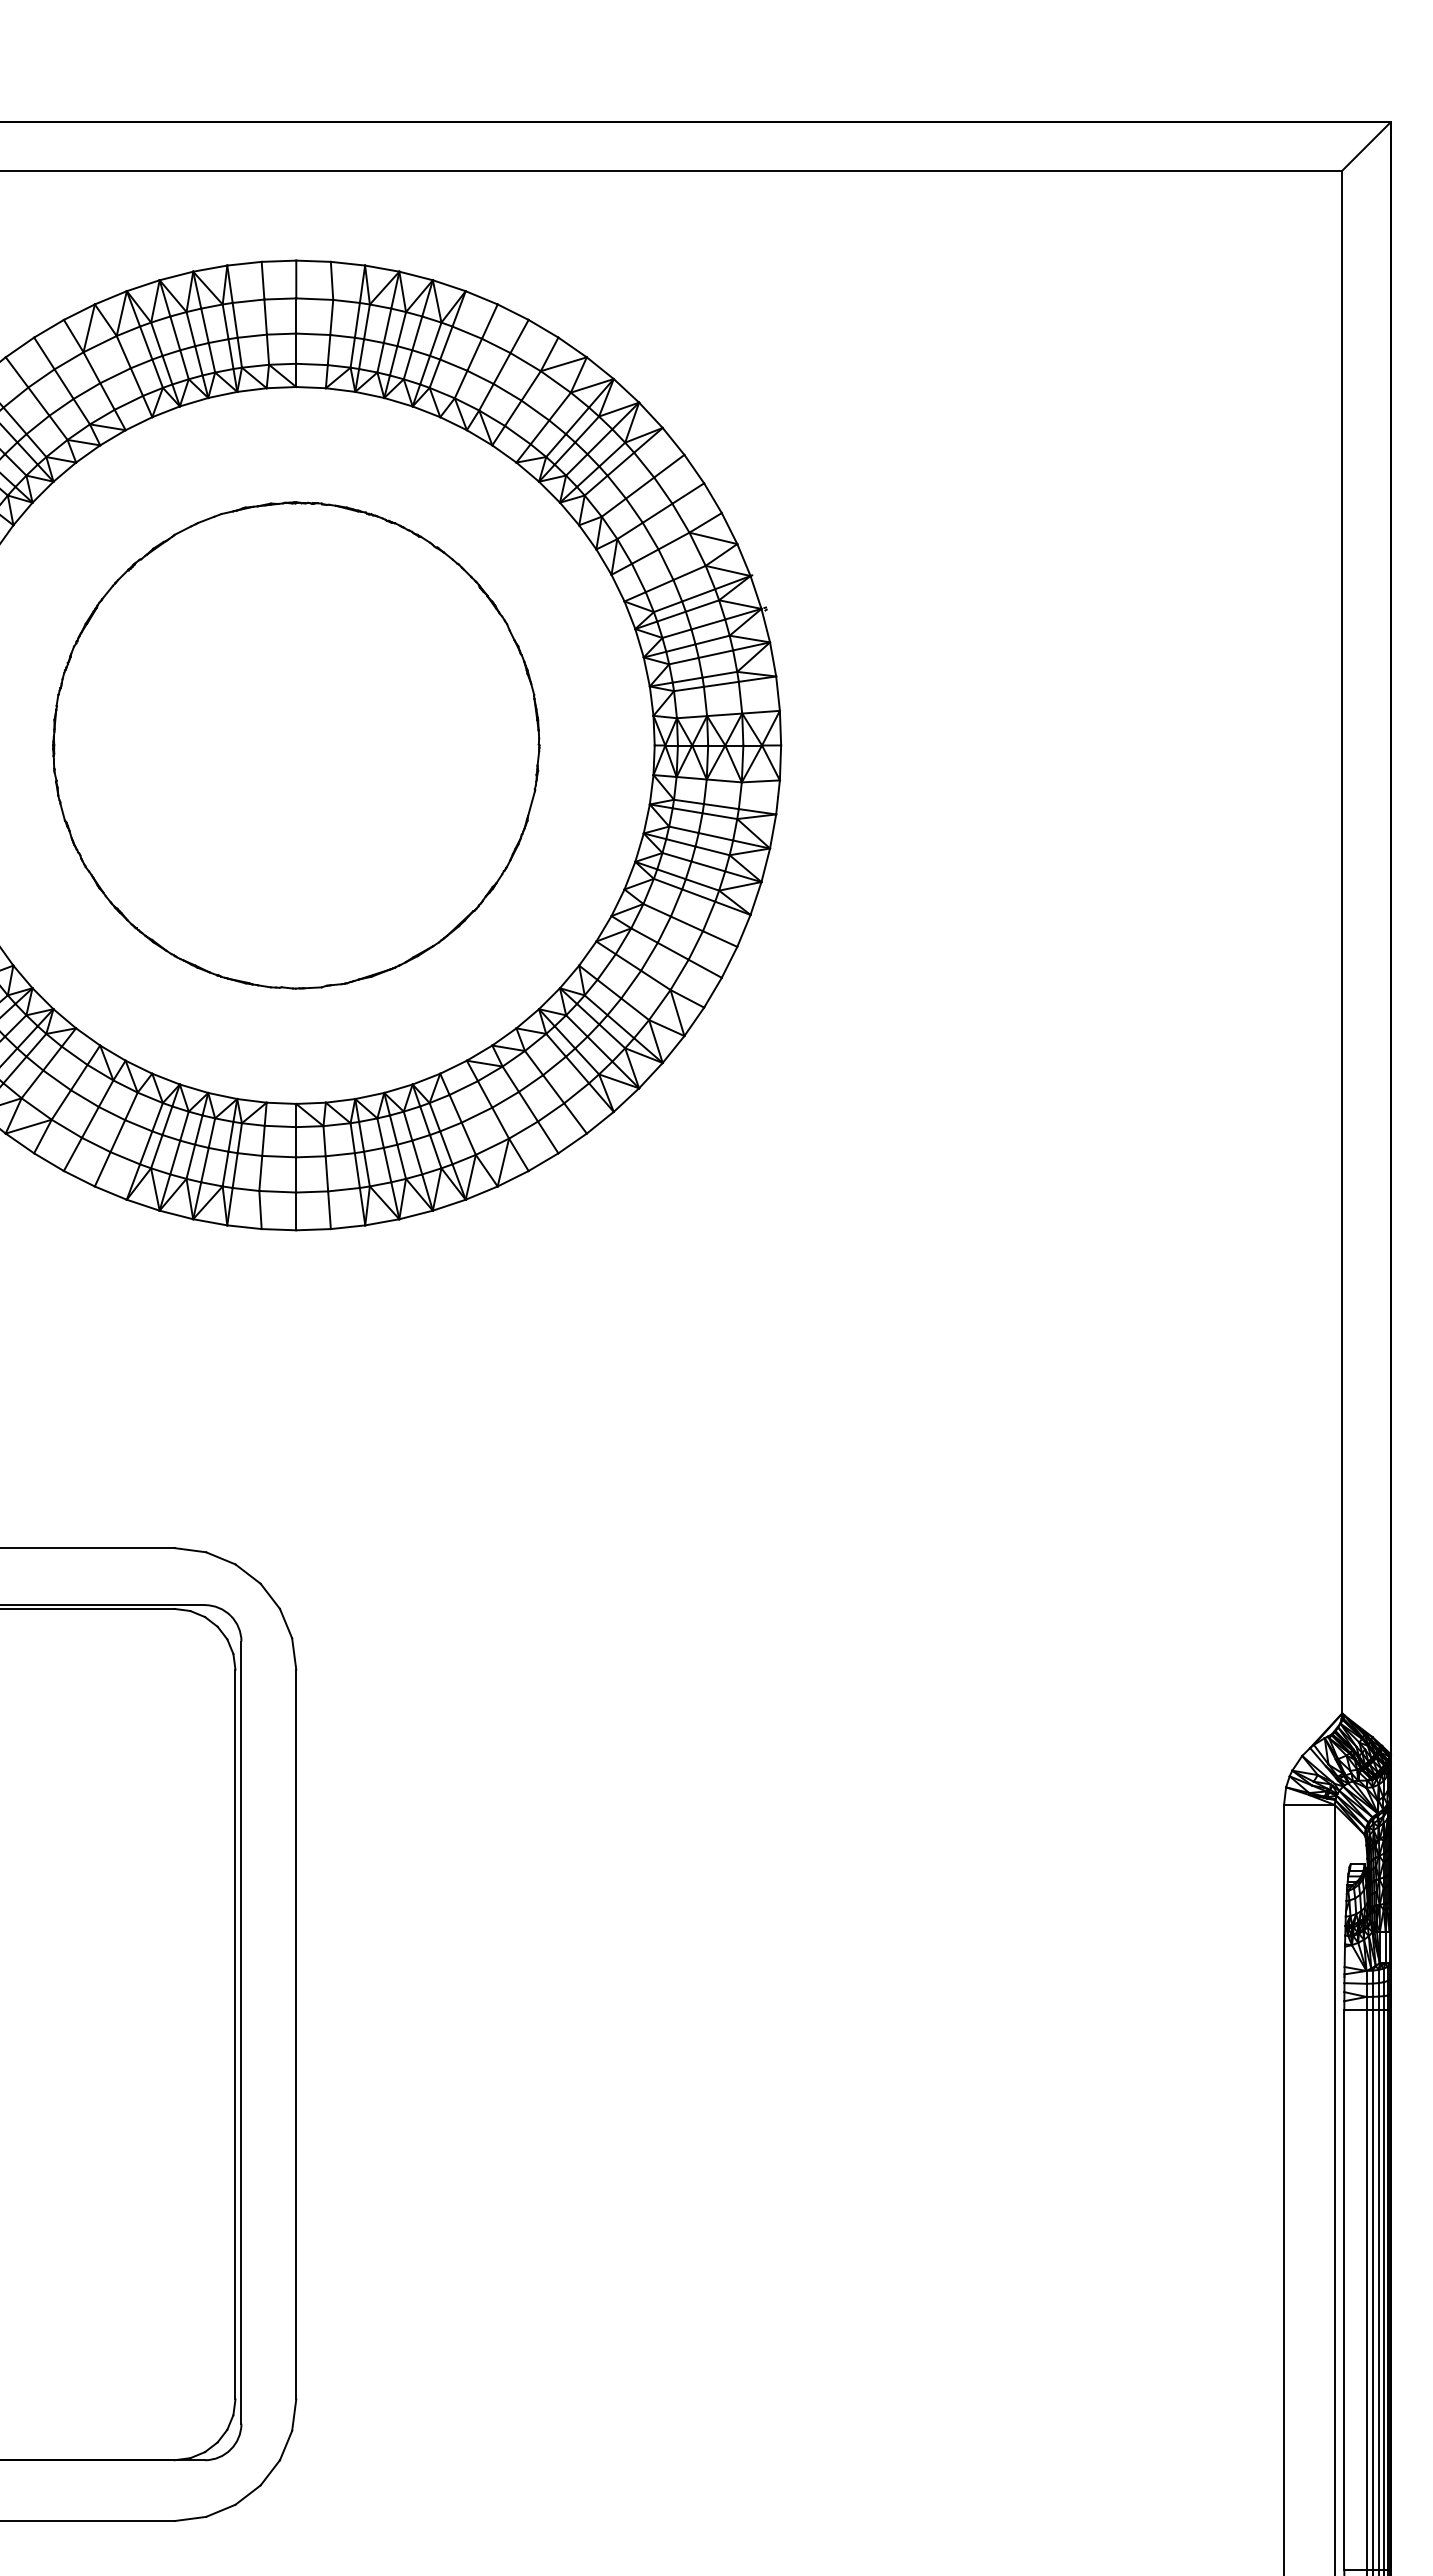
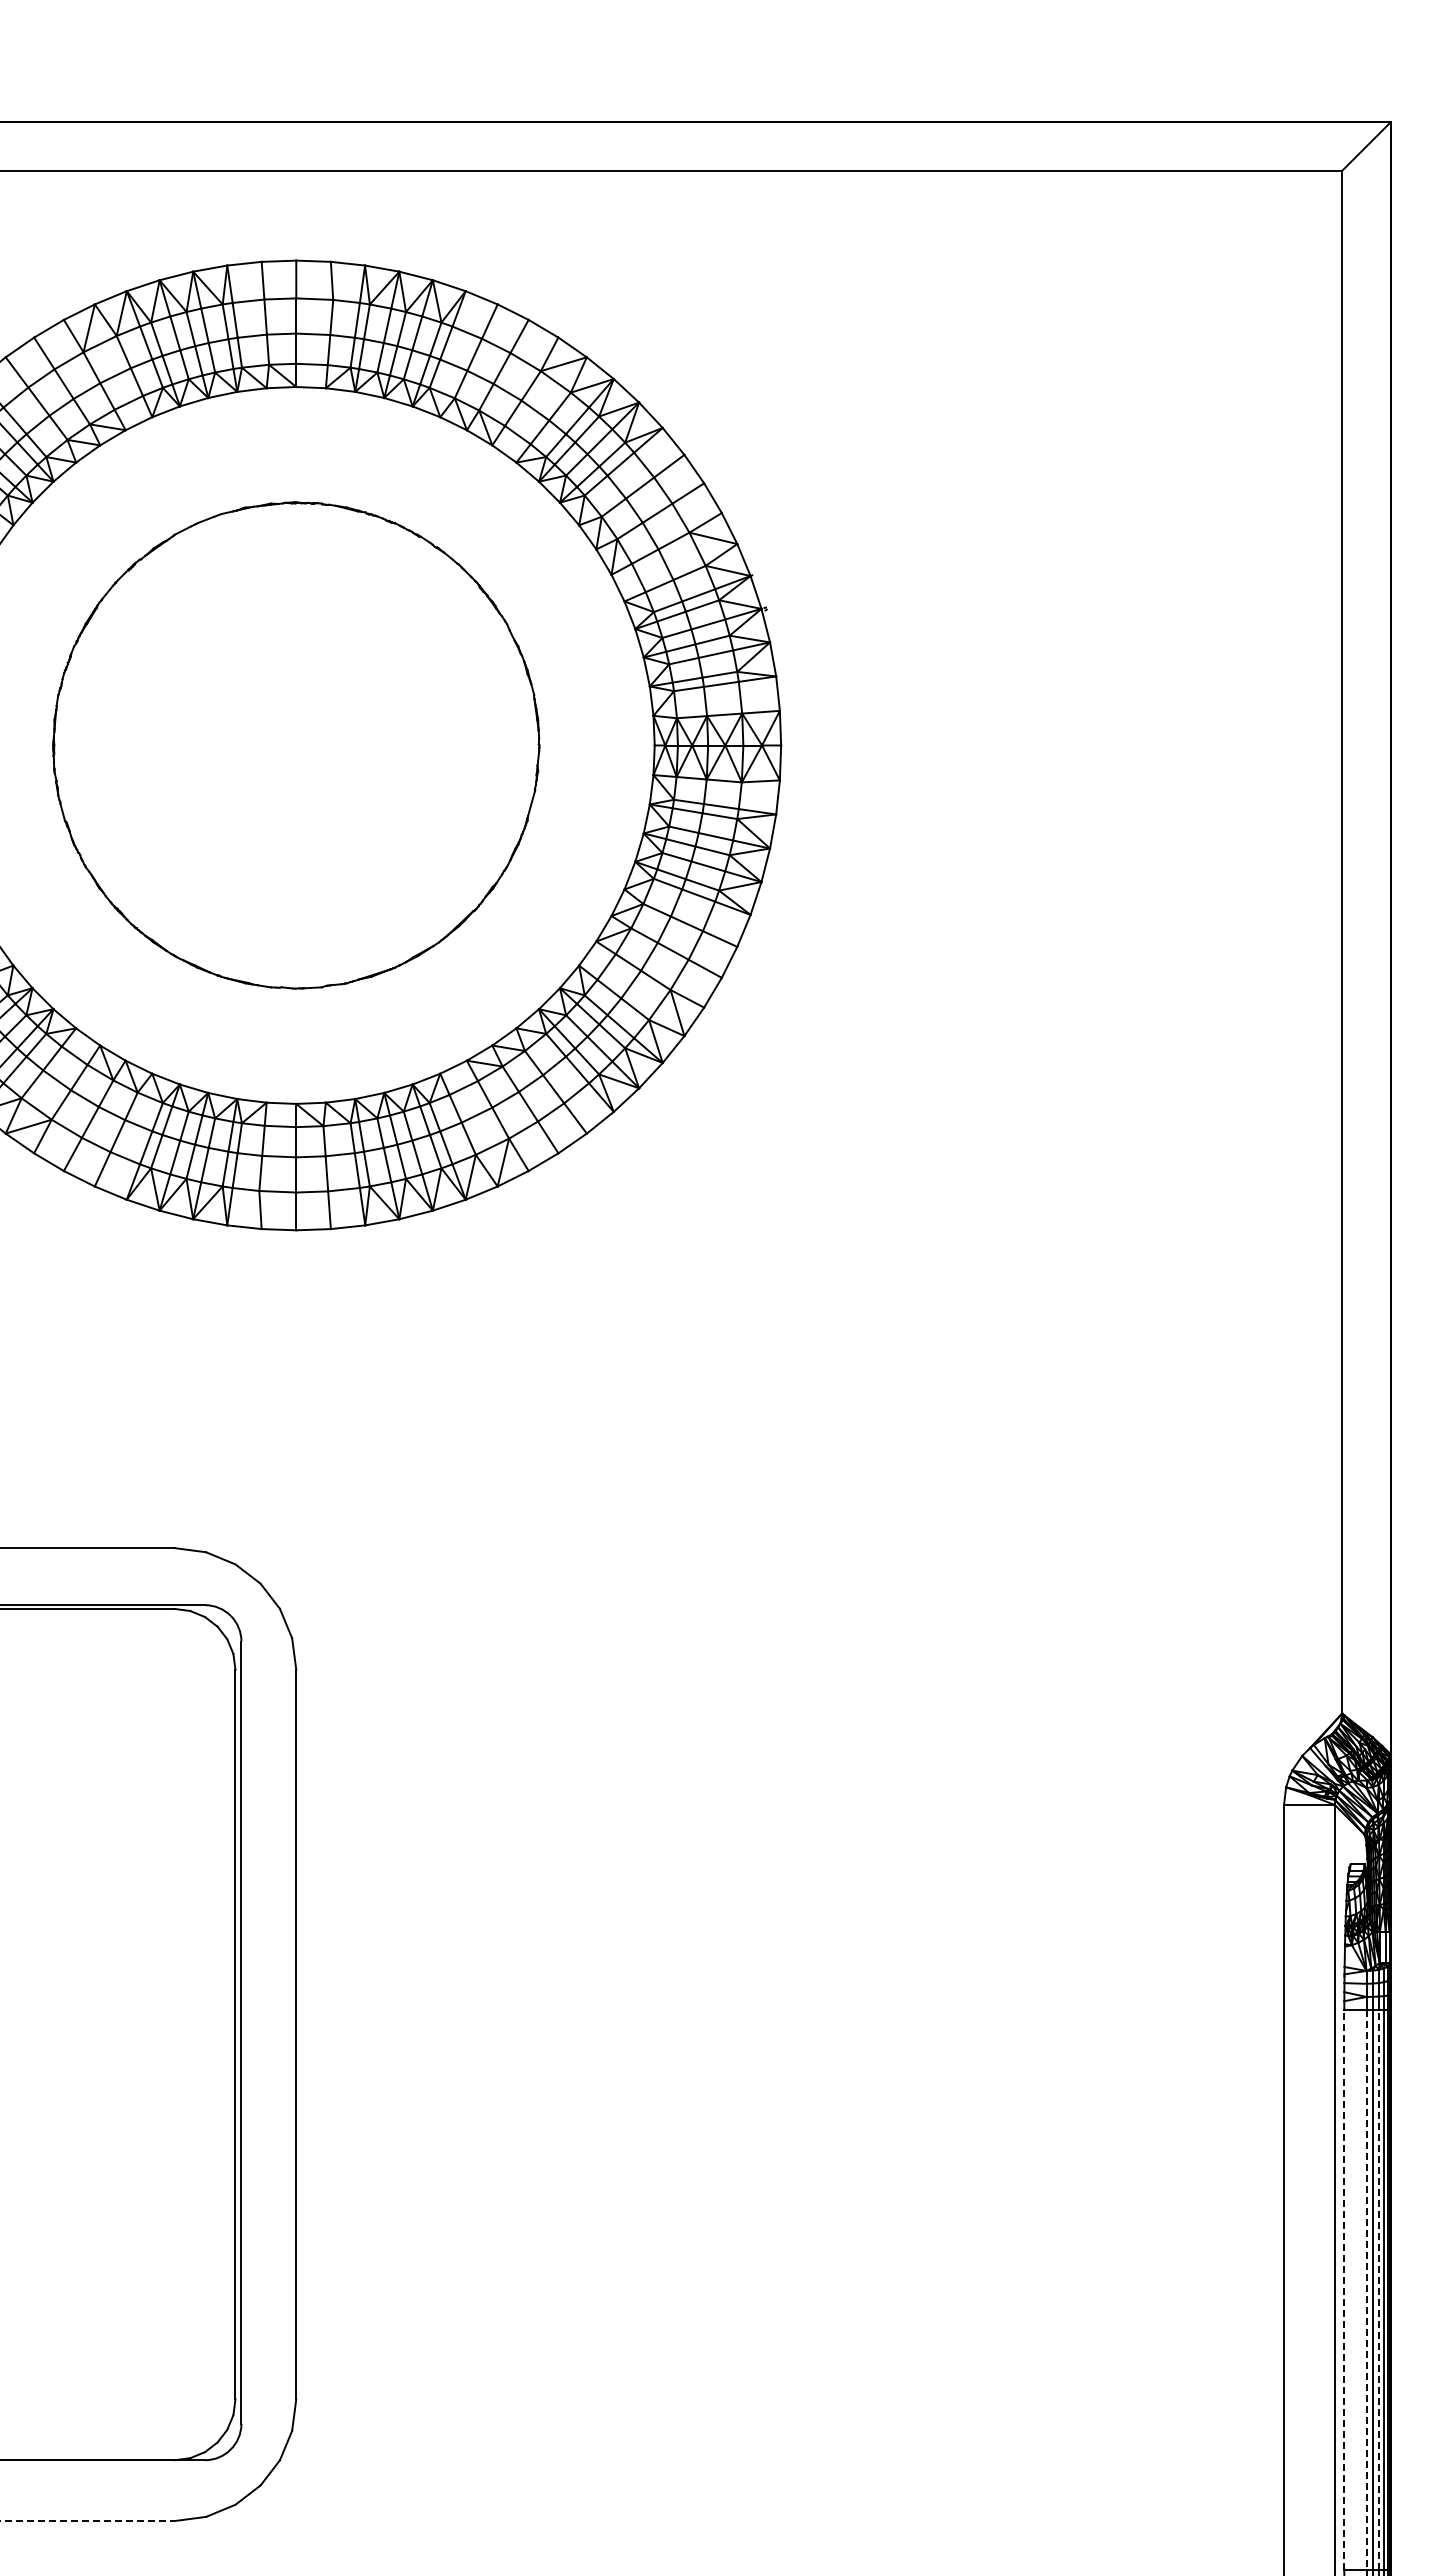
line at (1344, 2289): solid -> dashed
line at (1366, 2289): solid -> dashed
line at (1378, 2289): solid -> dashed
line at (87, 2521): solid -> dashed
